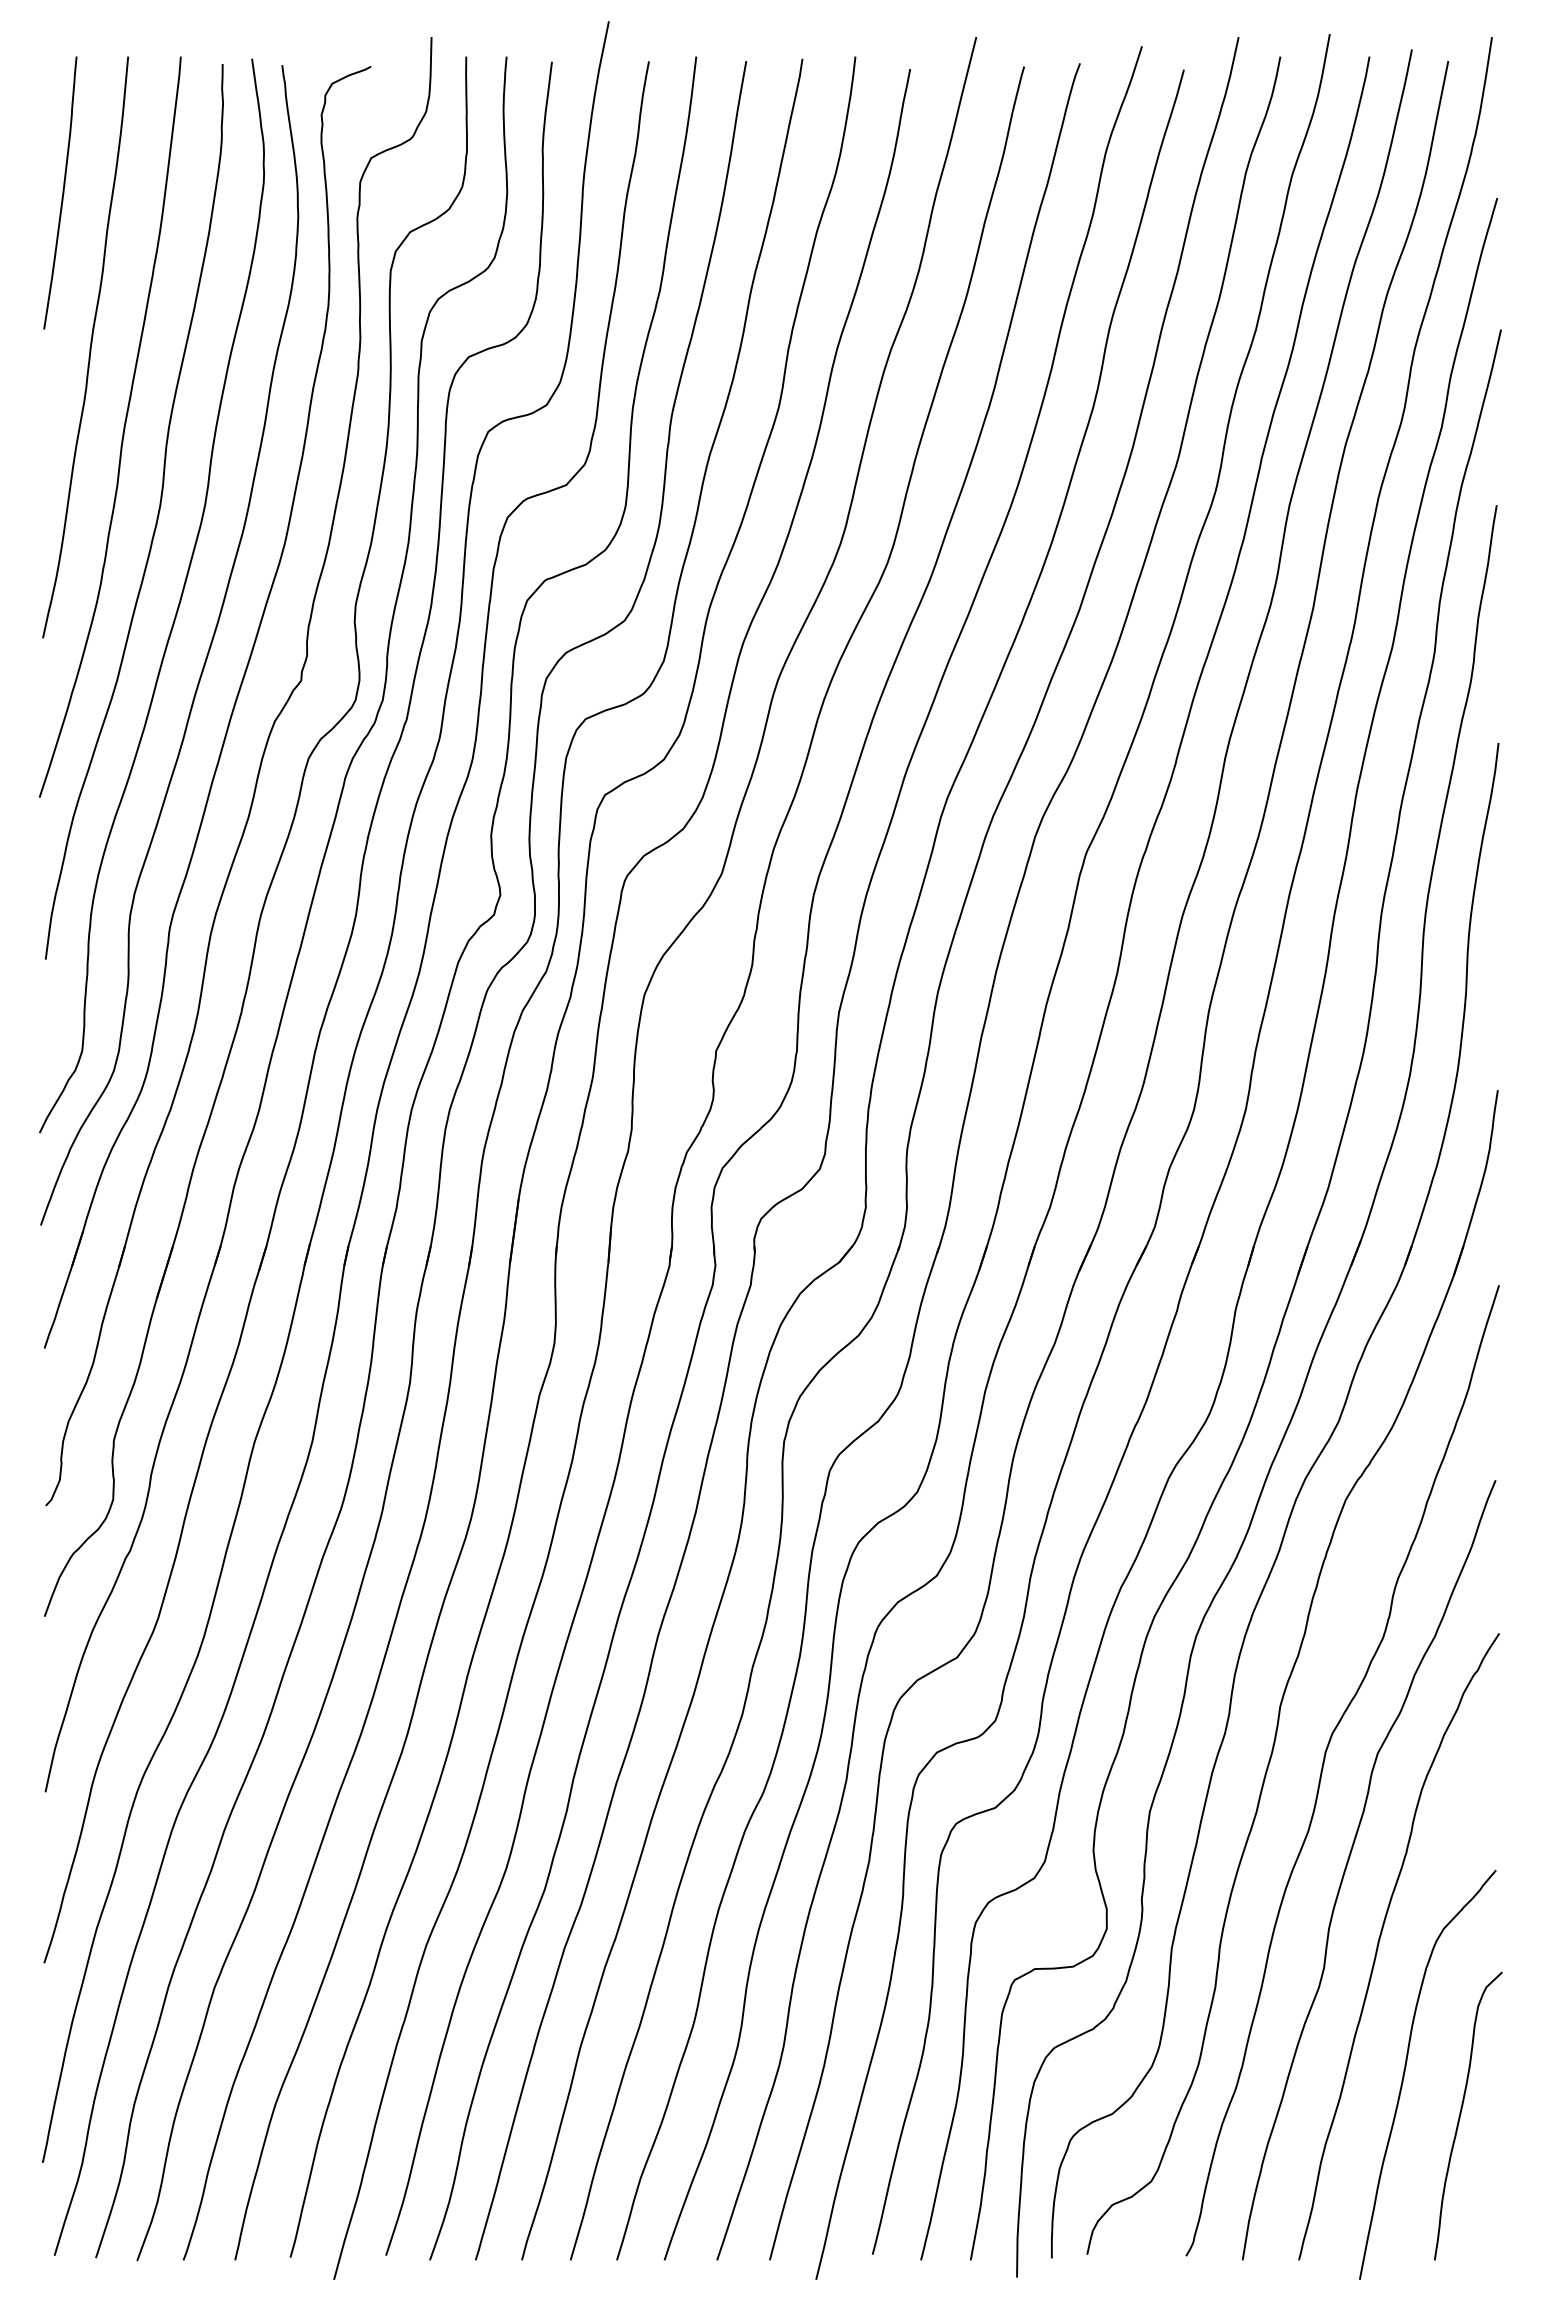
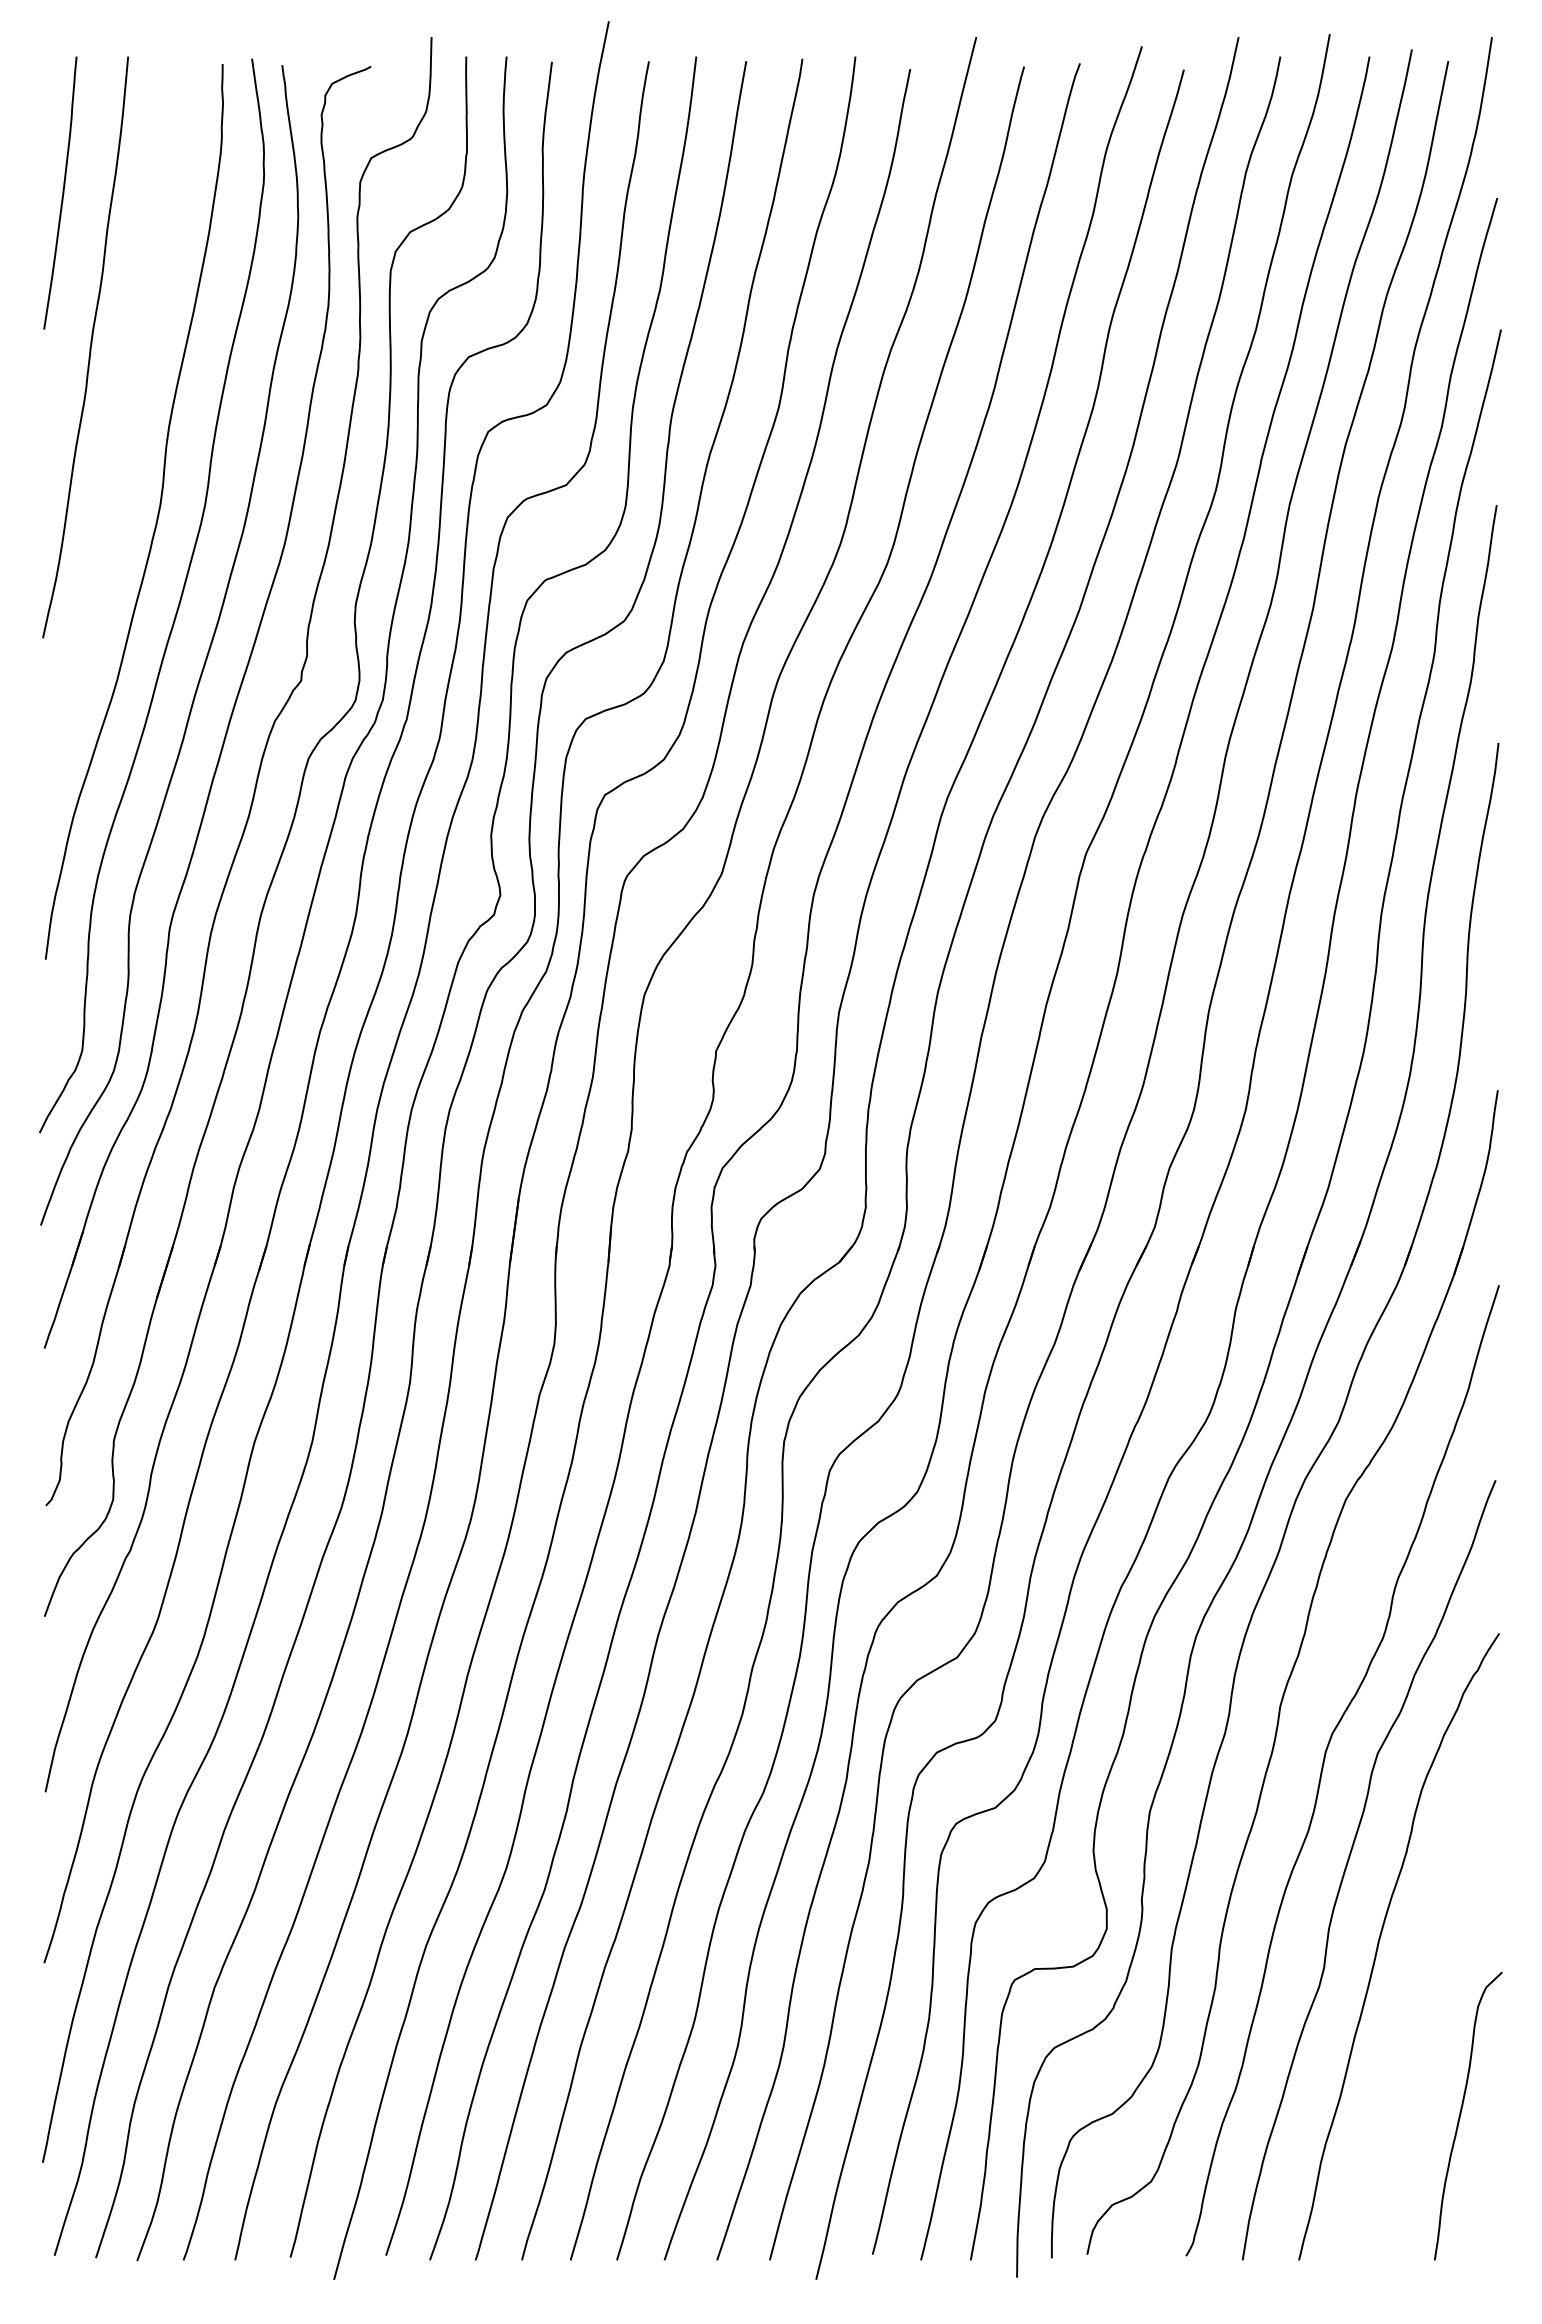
curve at (123, 426): present -> none
curve at (1405, 2072): present -> none
